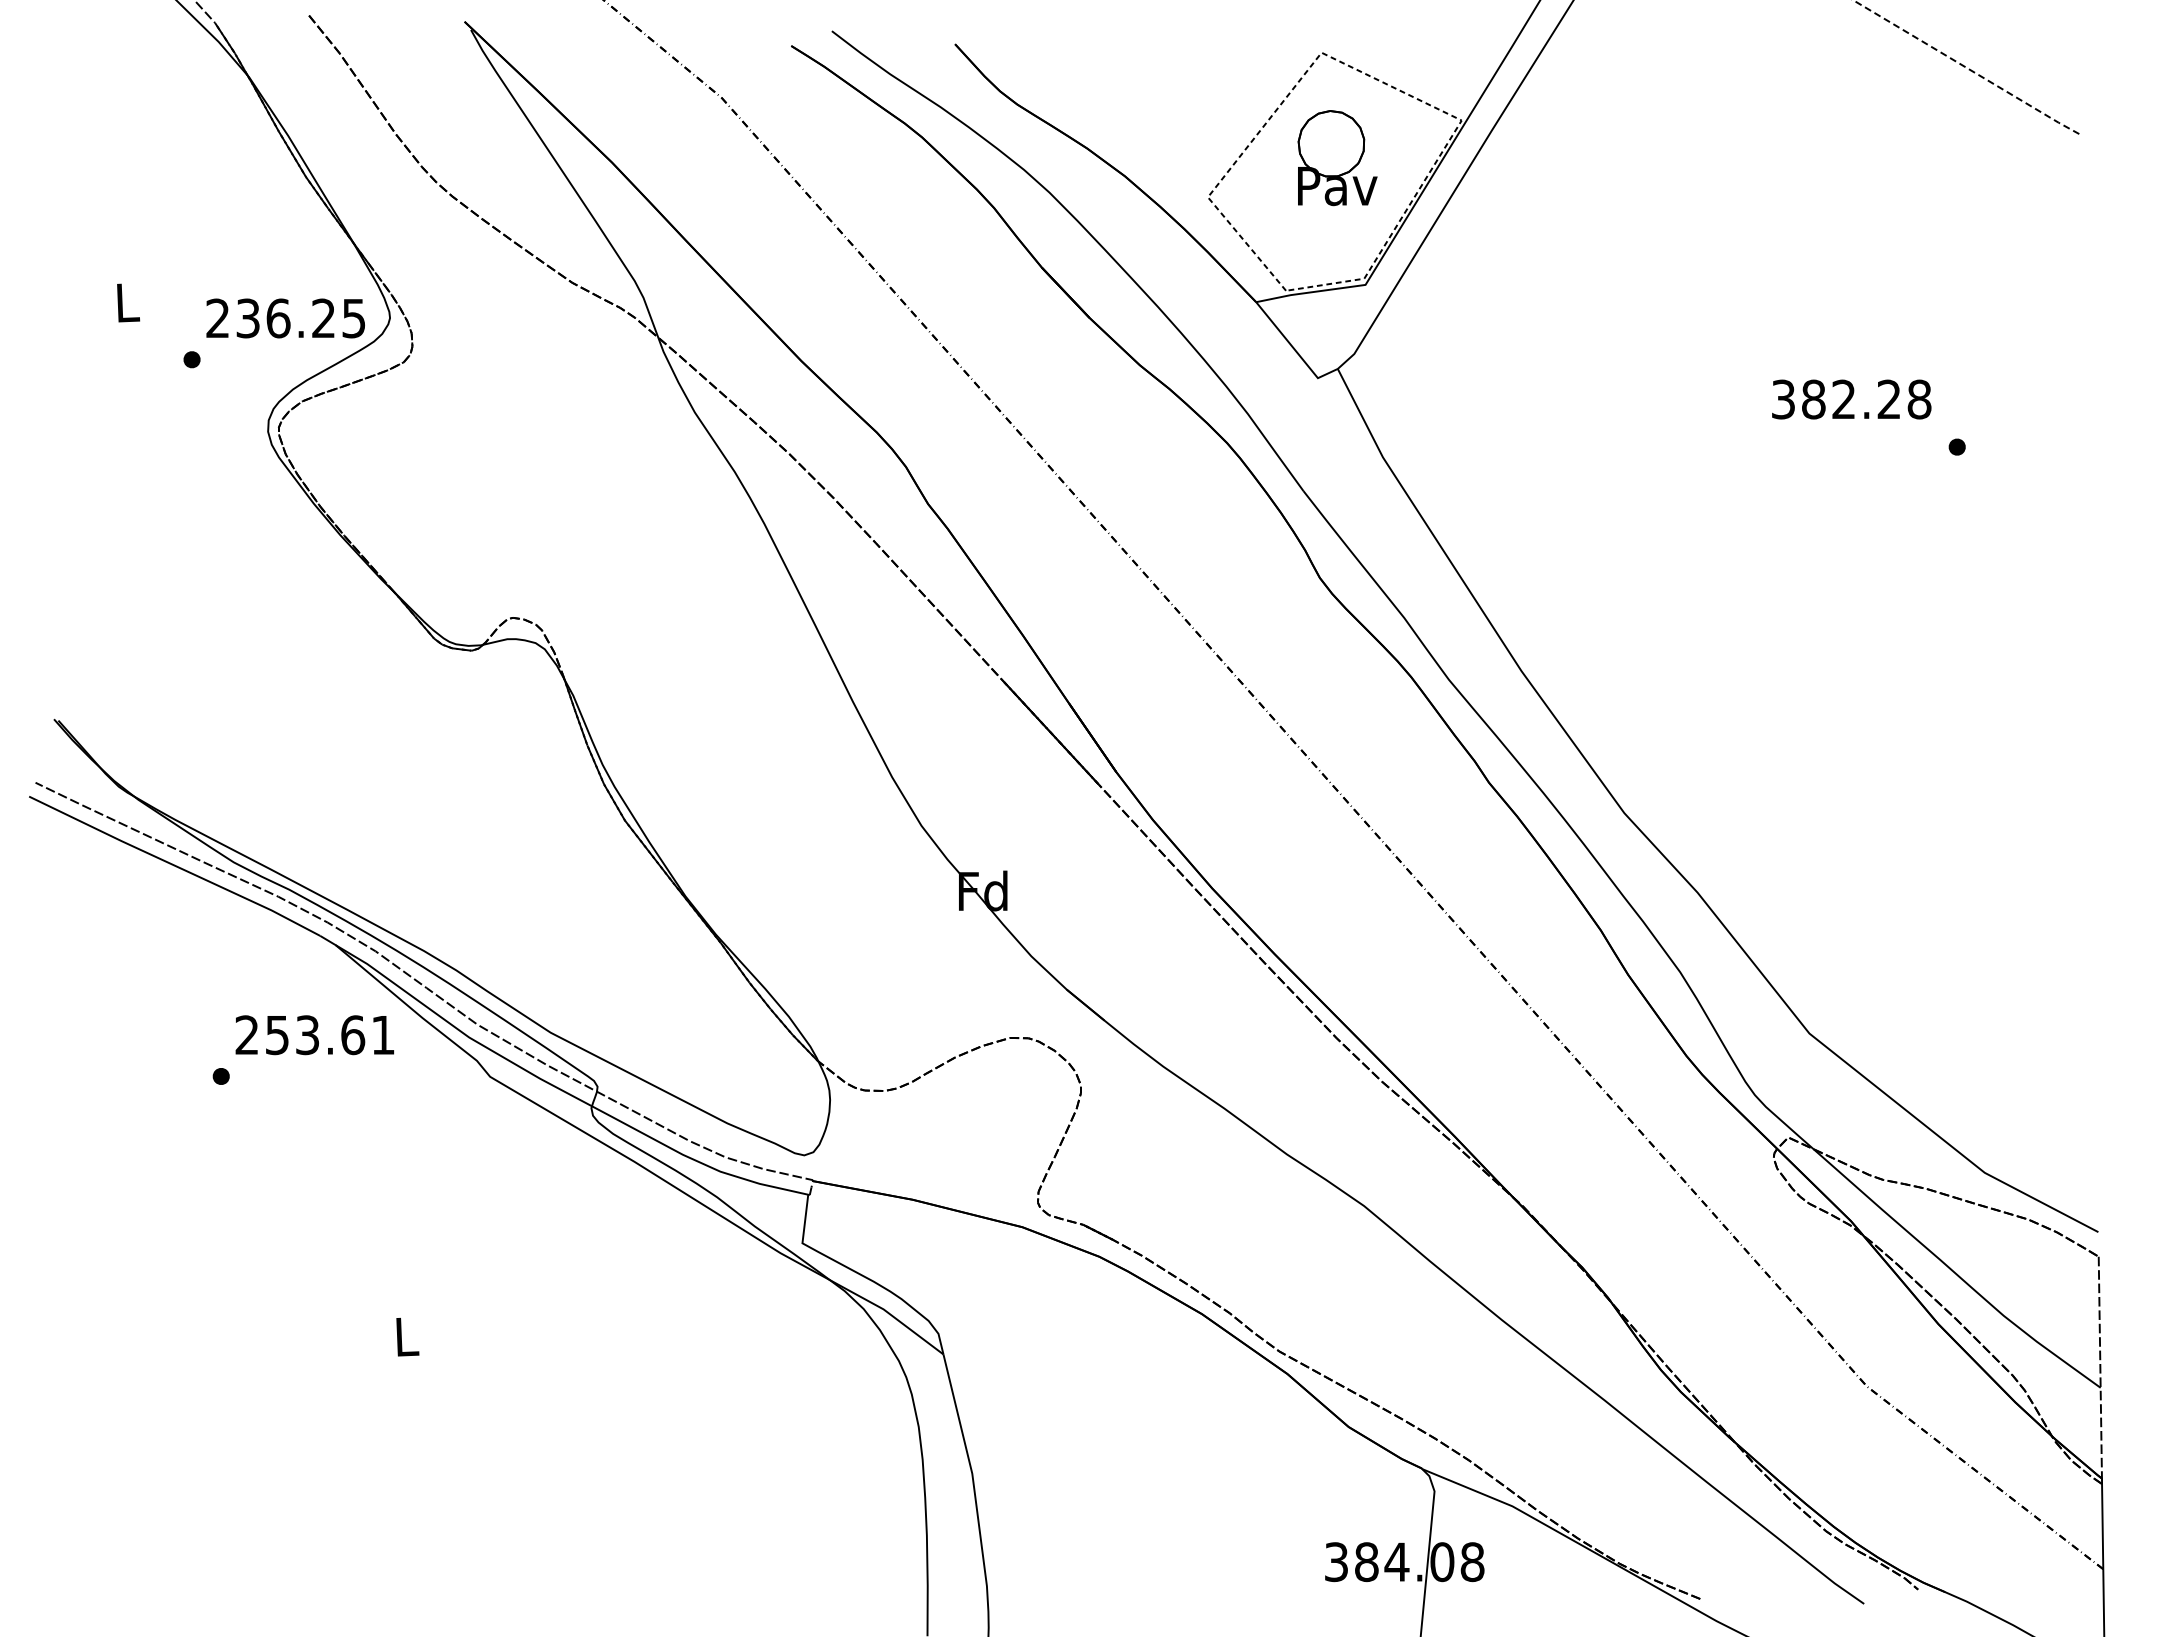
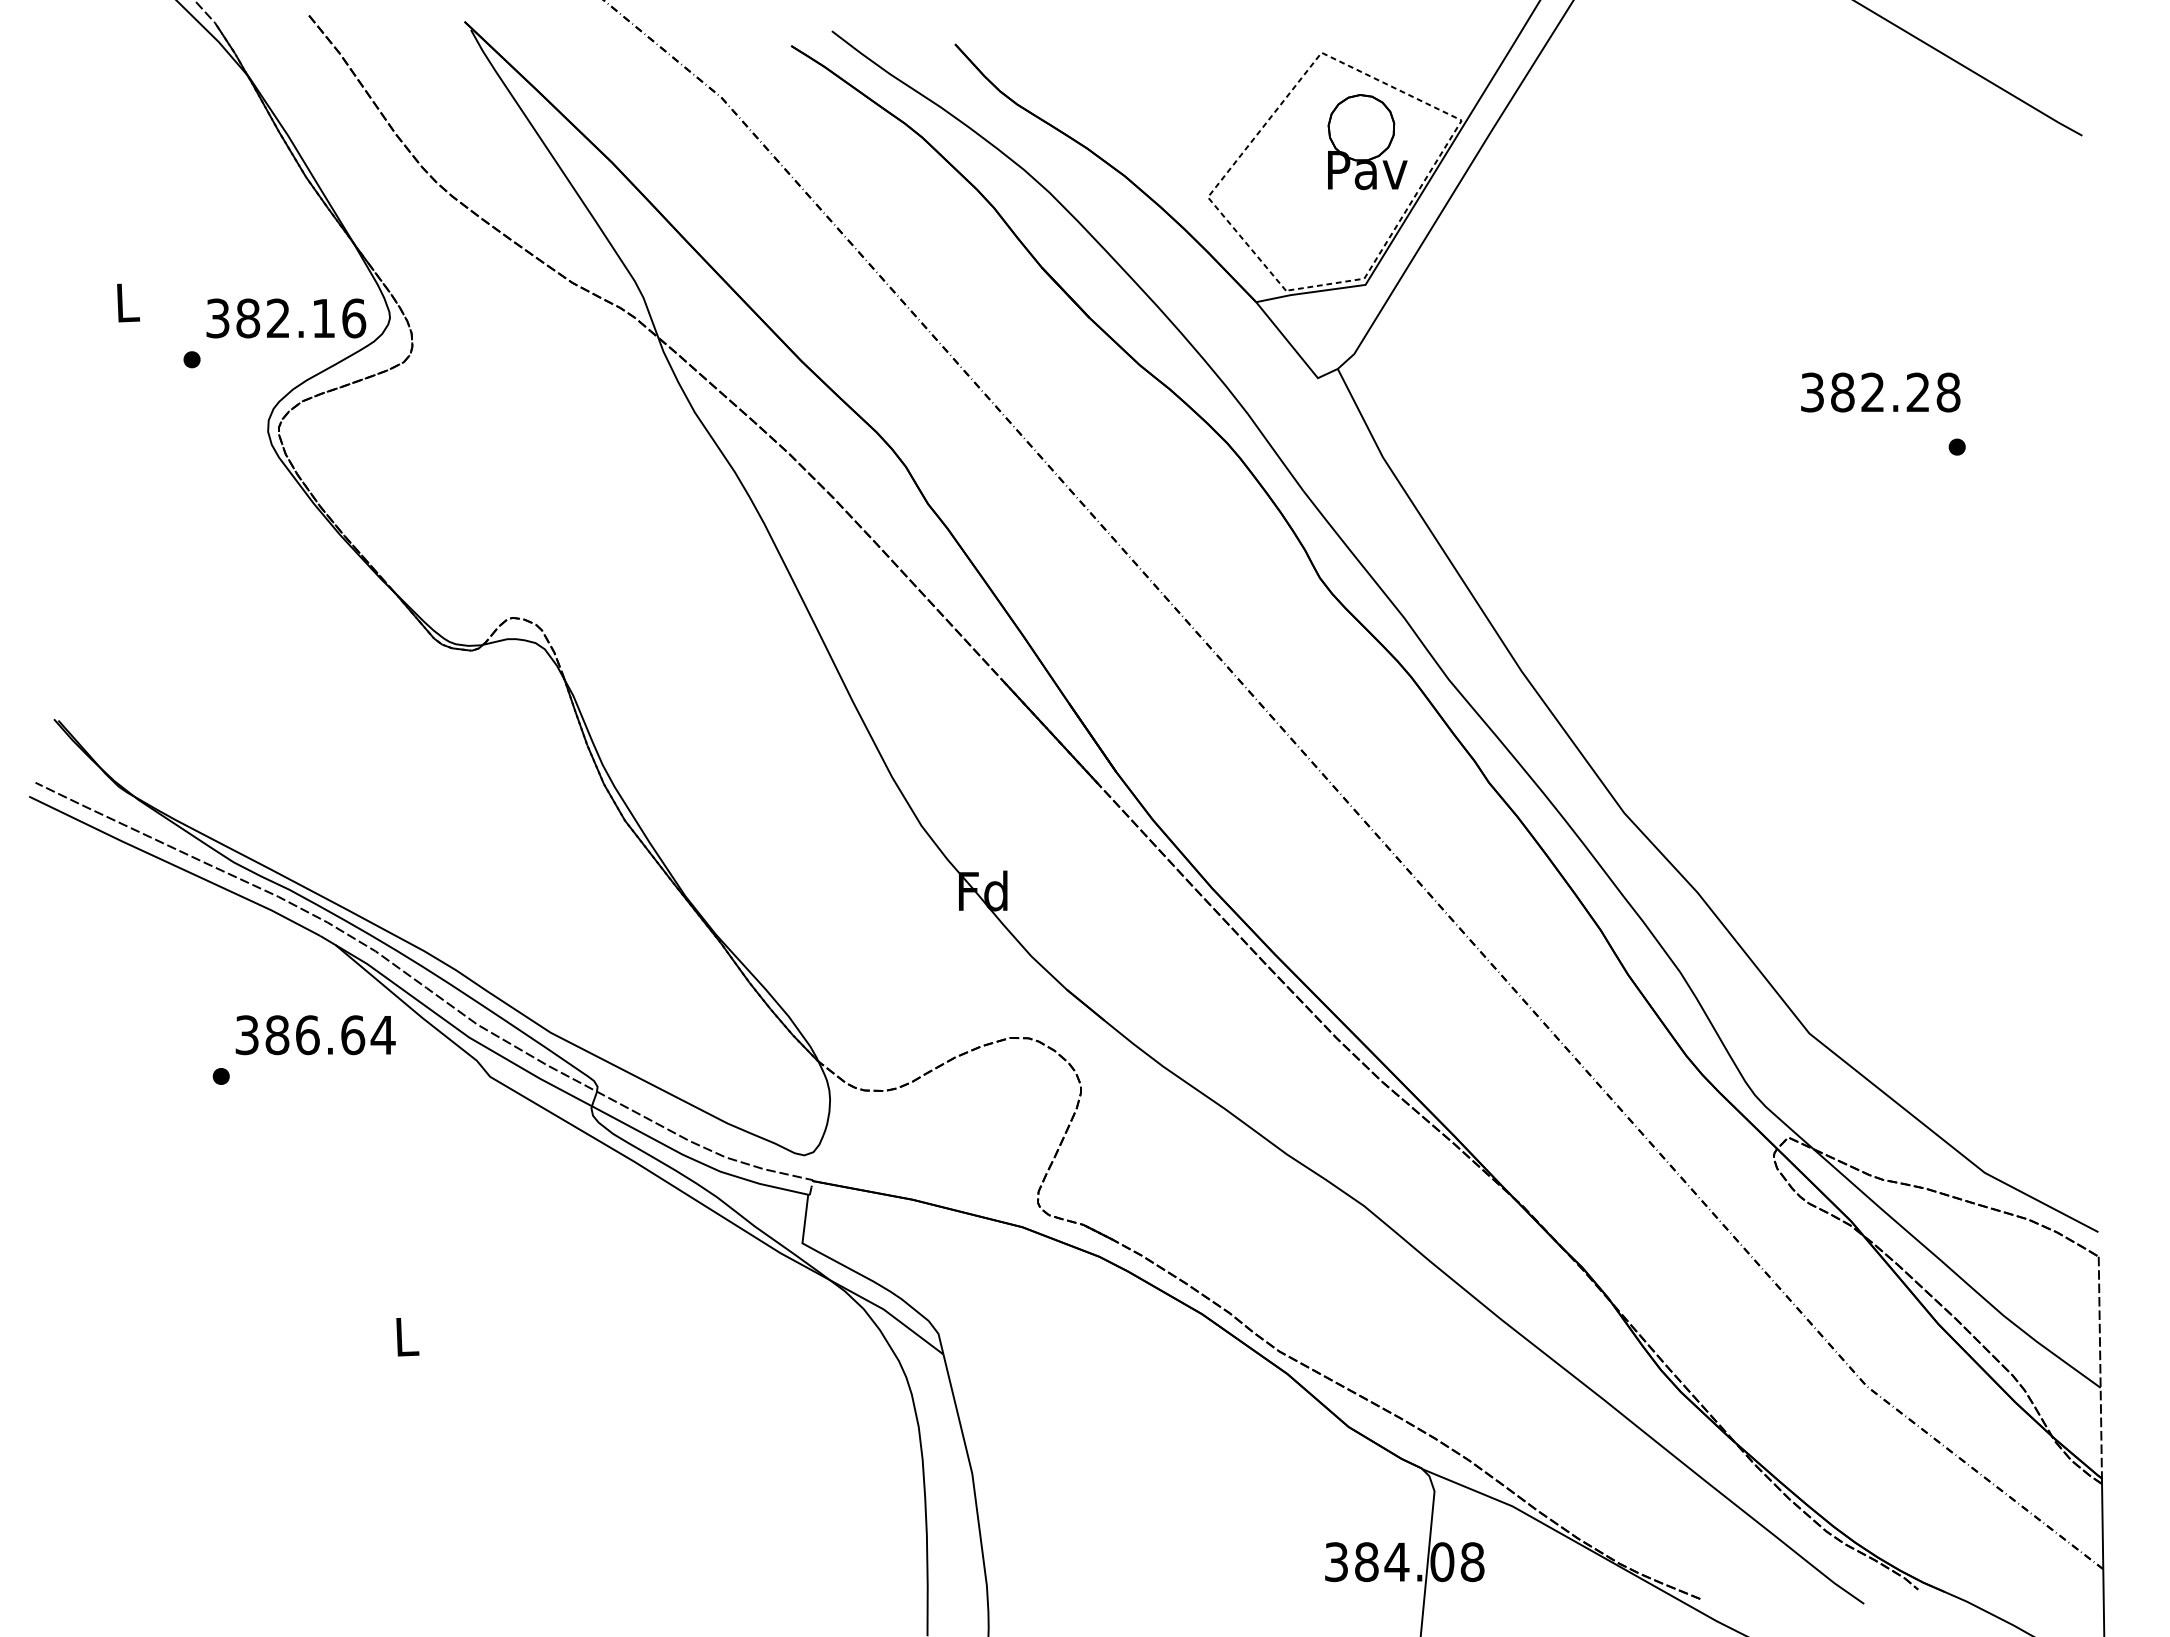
line at (1968, 69): dashed -> solid
part at (1337, 158) position: (1337, 158) -> (1367, 142)
text at (286, 318): 236.25 -> 382.16
text at (1851, 399) position: (1851, 399) -> (1880, 392)
text at (315, 1035): 253.61 -> 386.64
